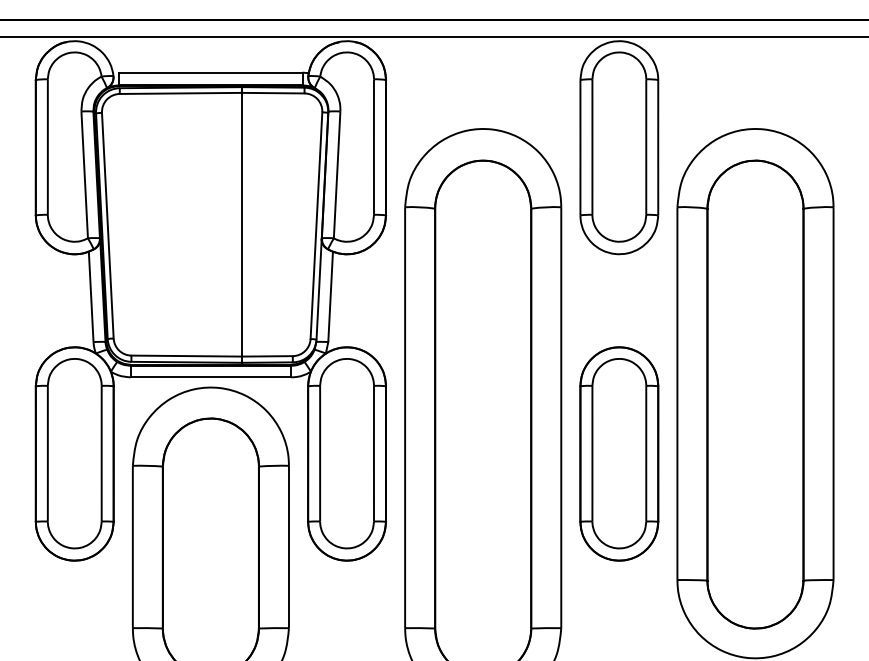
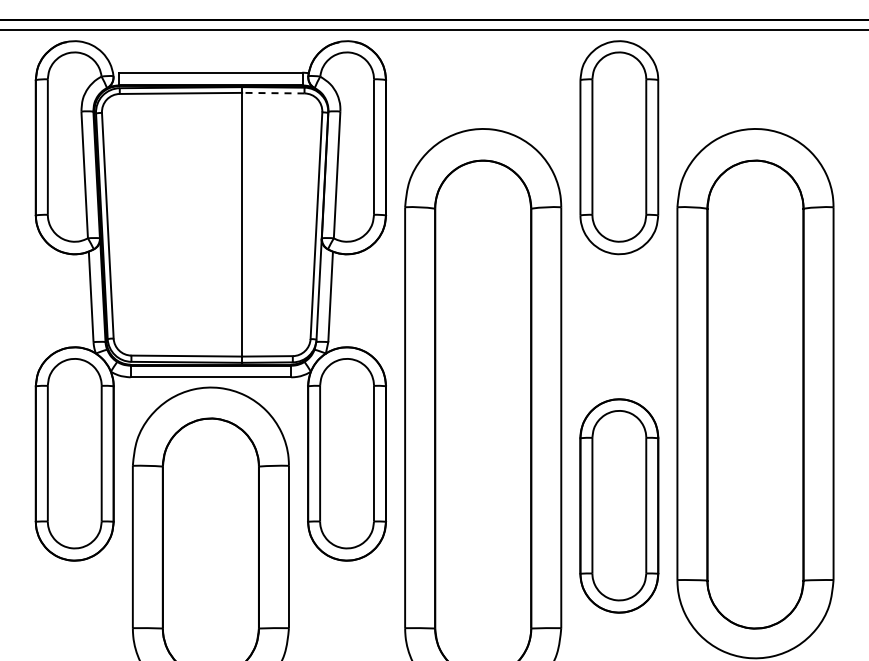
line at (433, 36) position: (433, 36) -> (433, 29)
line at (272, 93): solid -> dashed
part at (619, 453) position: (619, 453) -> (619, 505)
